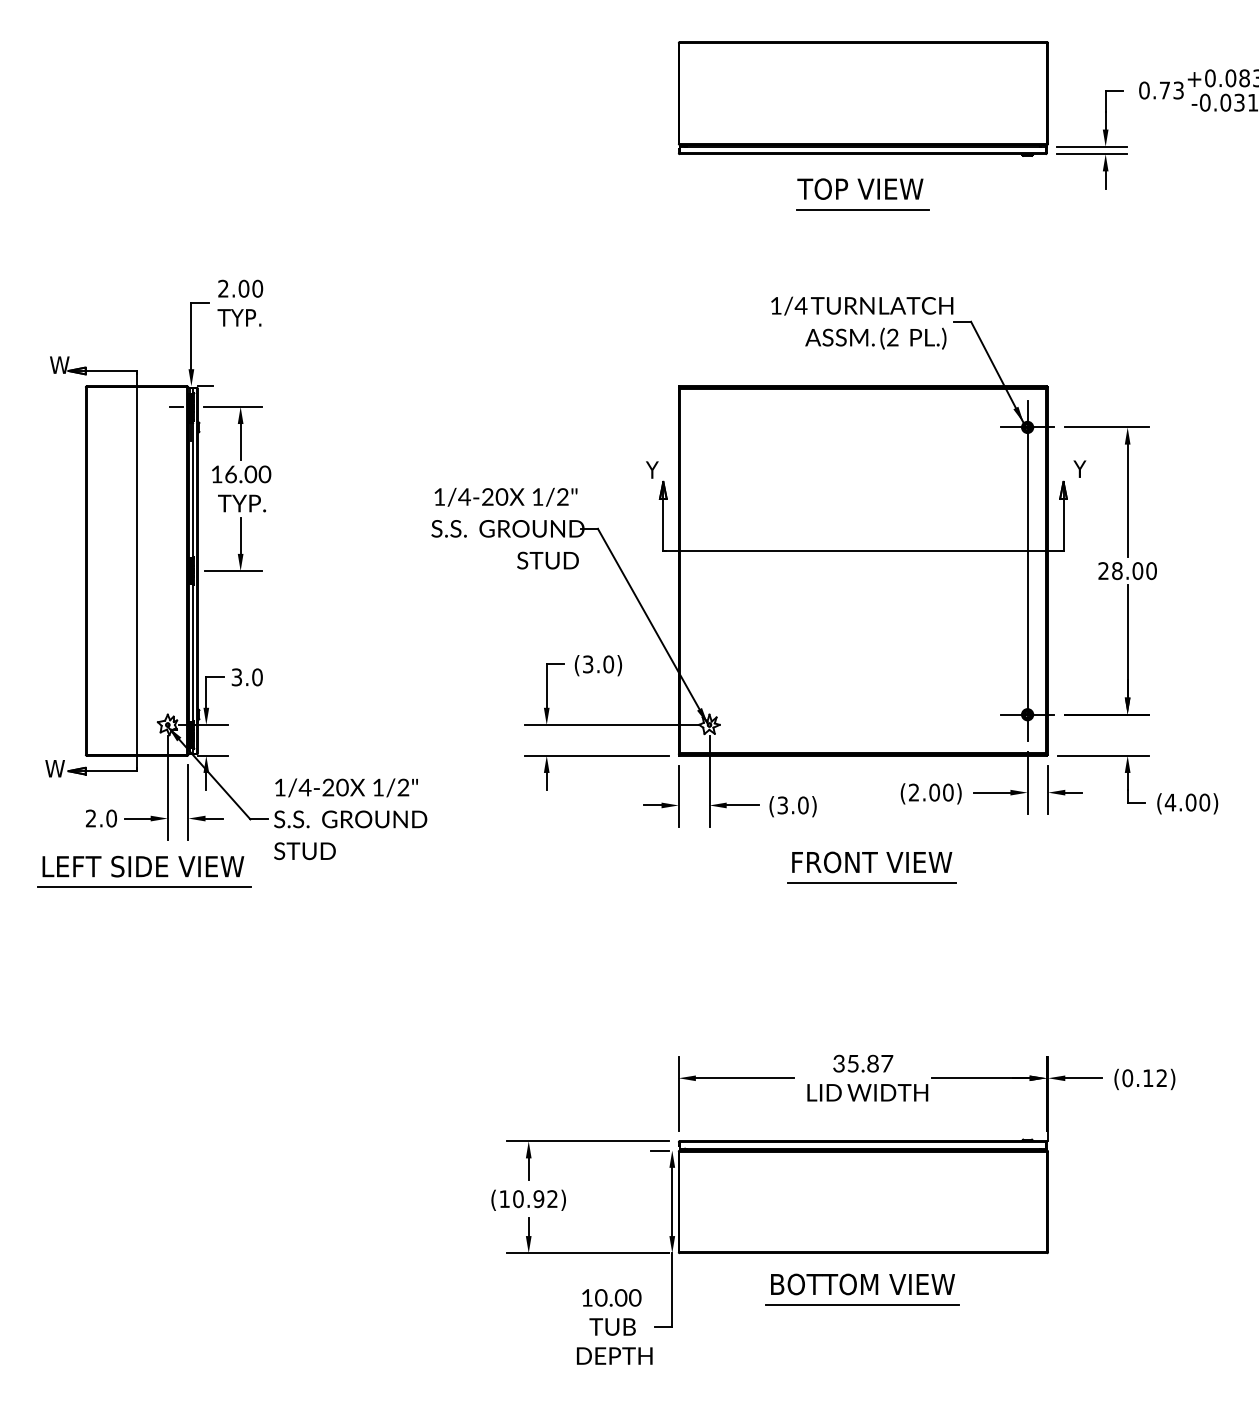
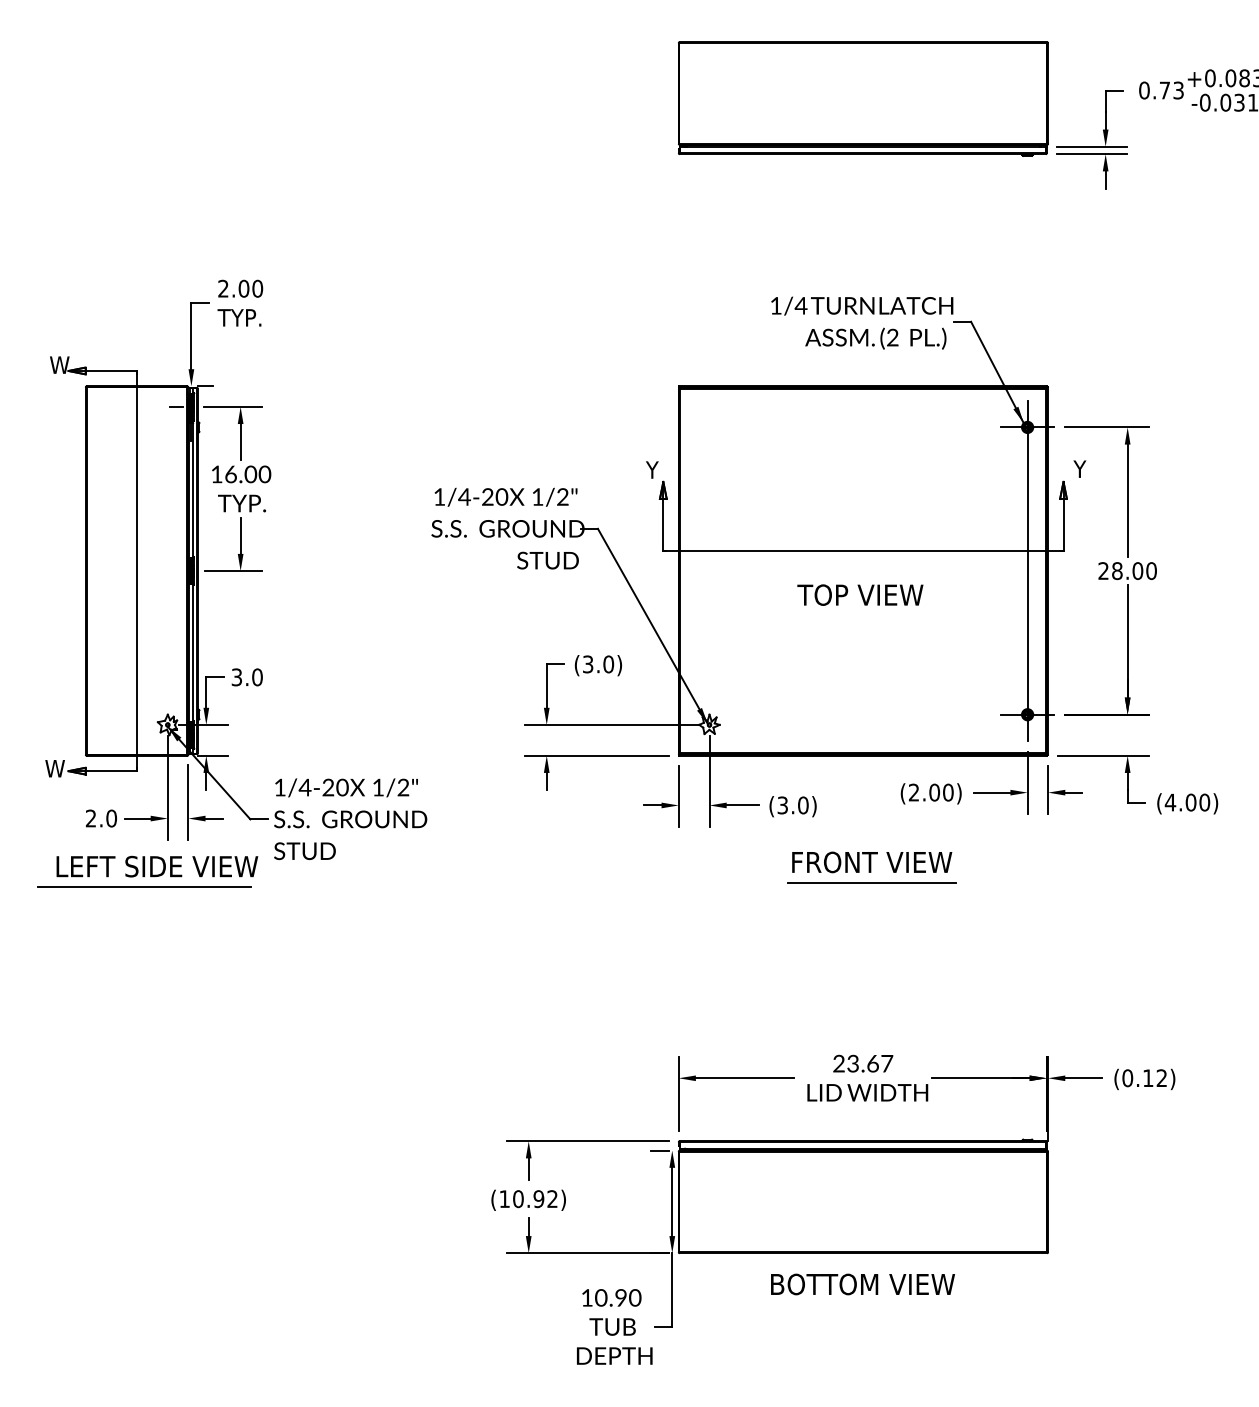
text at (860, 188) position: (860, 188) -> (860, 594)
line at (863, 209): present -> none
text at (143, 866) position: (143, 866) -> (157, 866)
text at (855, 1063): 35.87 -> 23.67
text at (620, 1298): 10.00 -> 10.90
line at (862, 1305): present -> none
